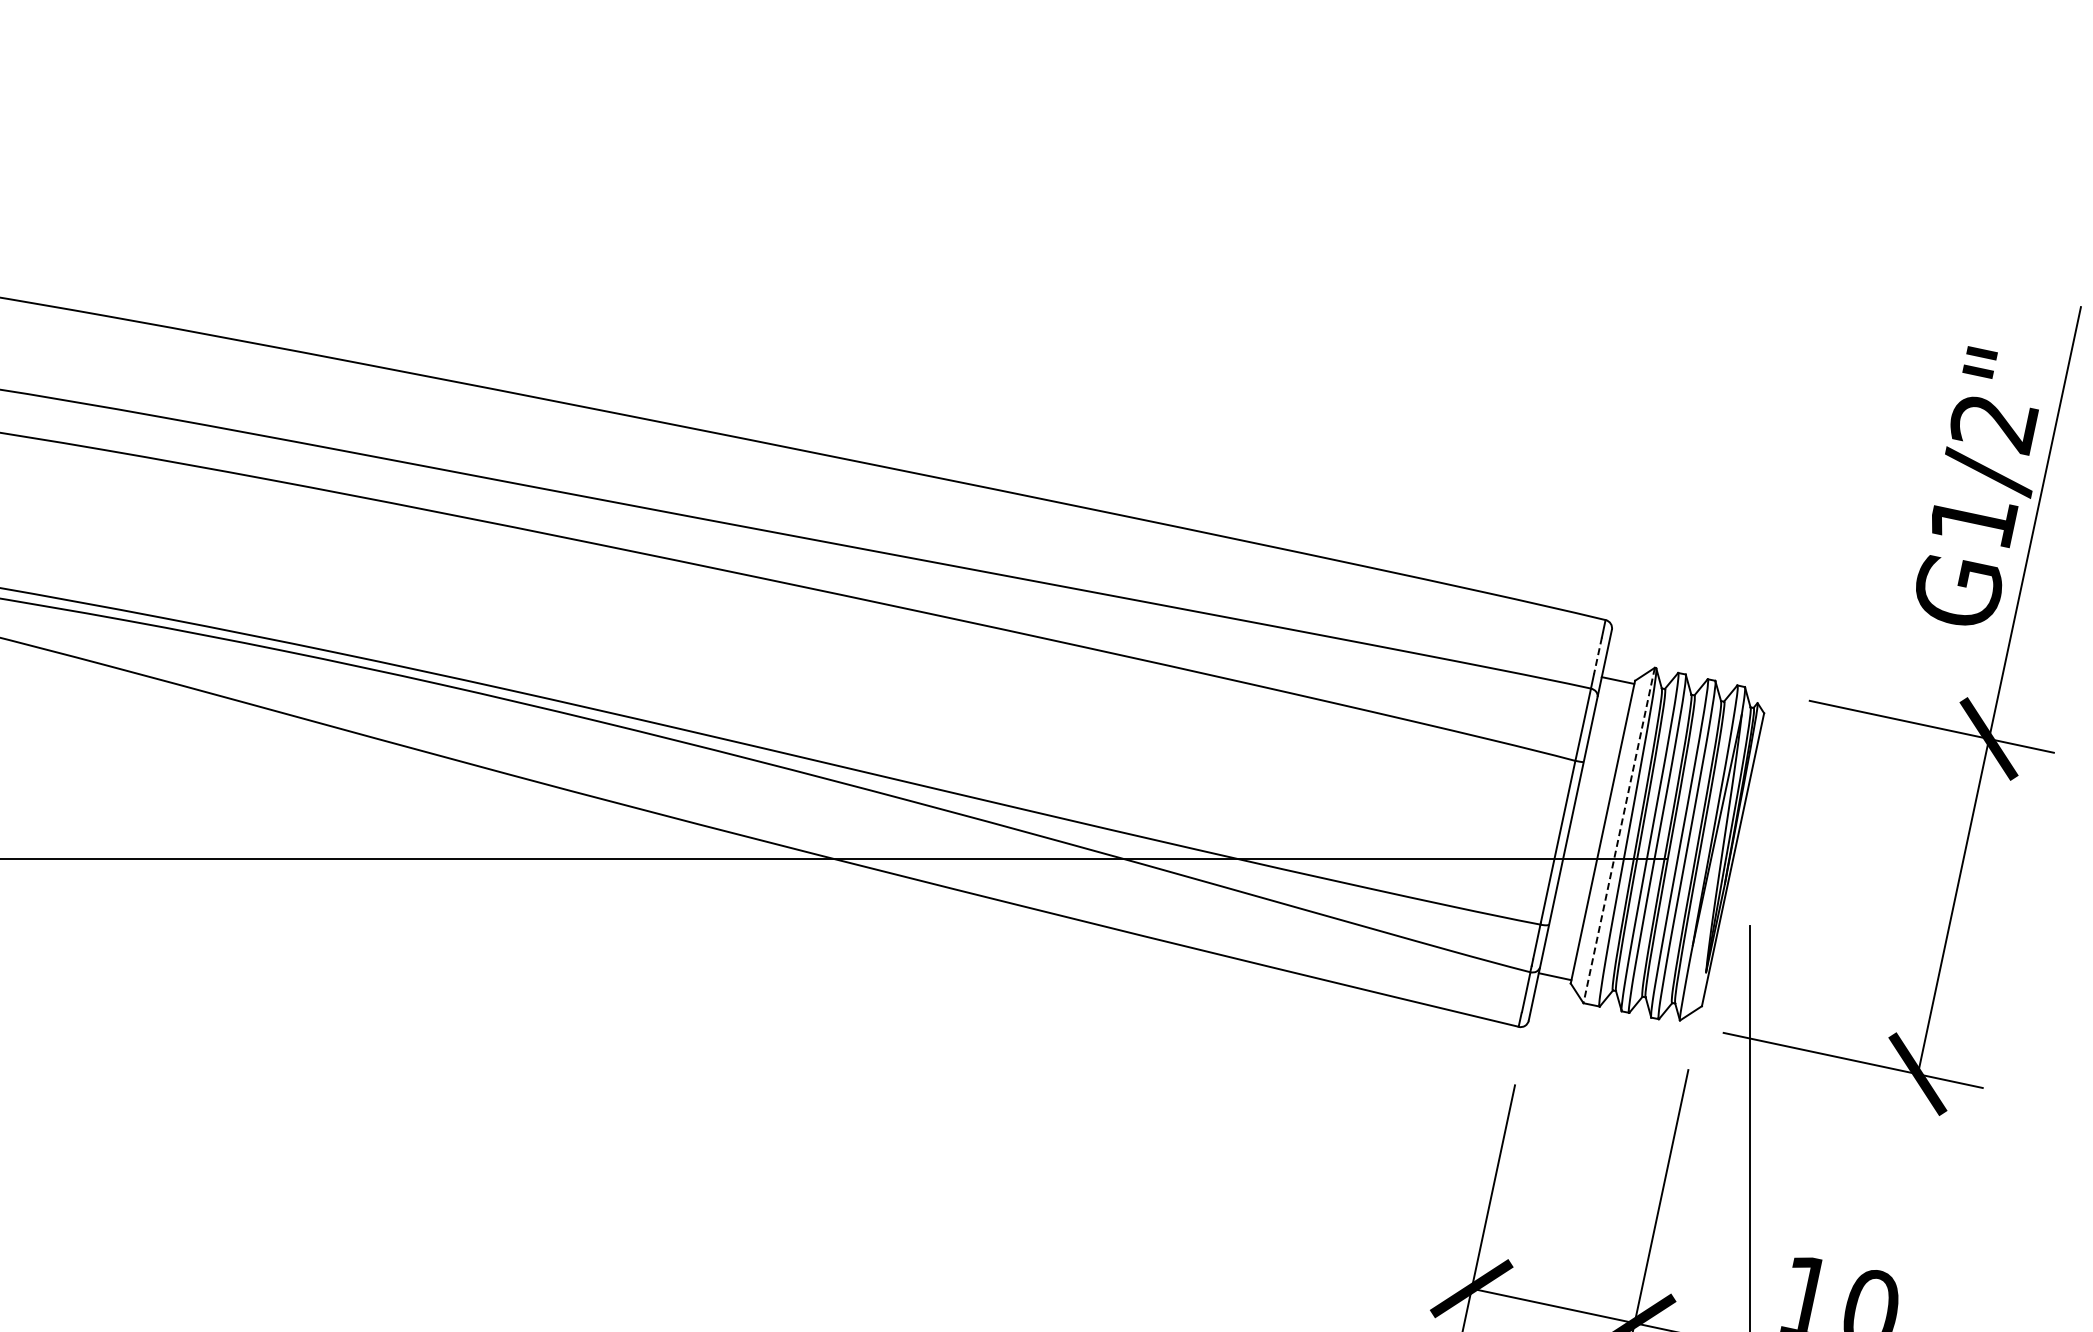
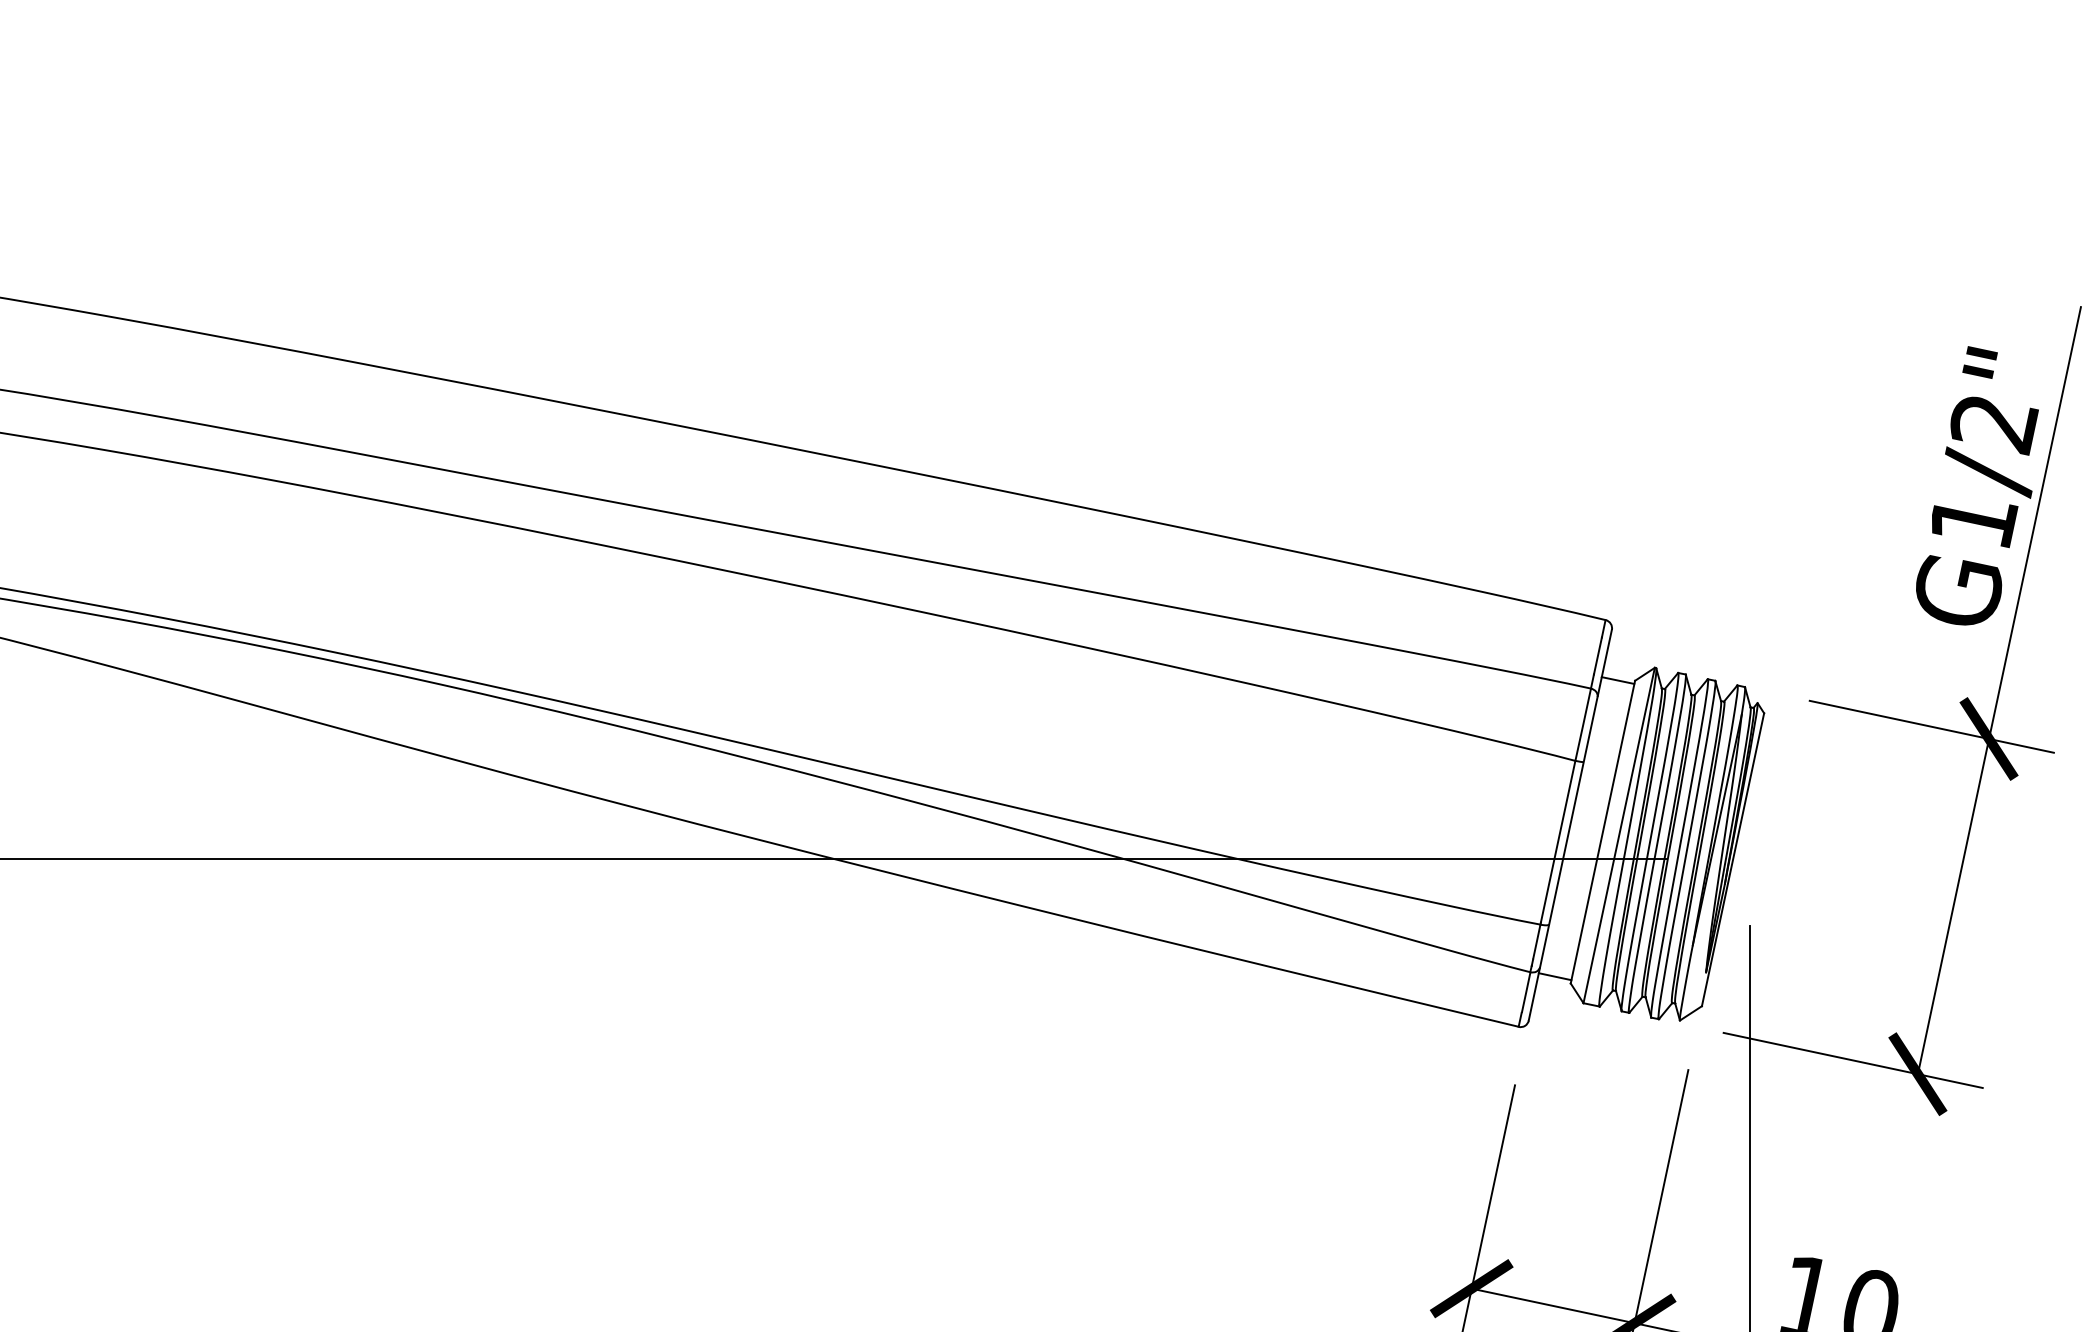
line at (1597, 655): dashed -> solid
line at (1619, 836): dashed -> solid
